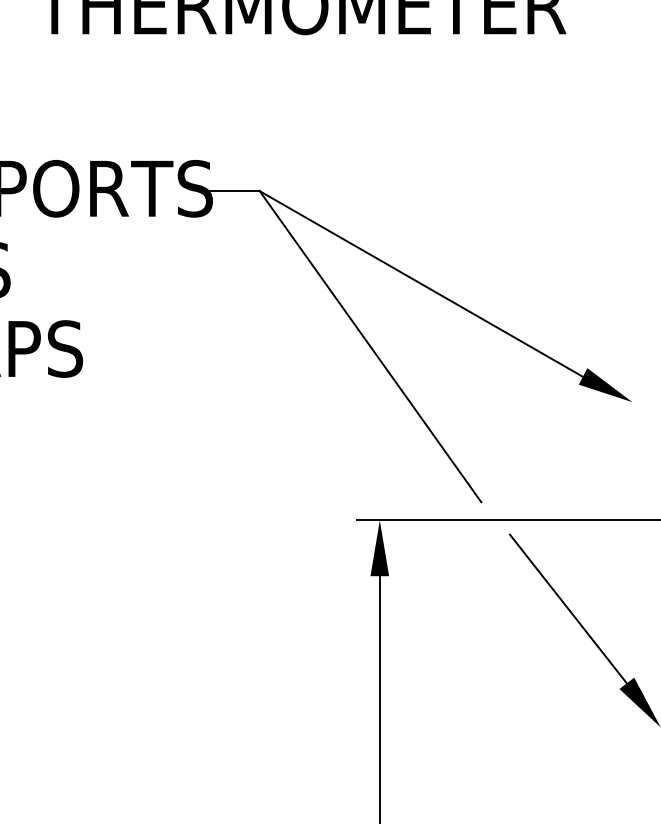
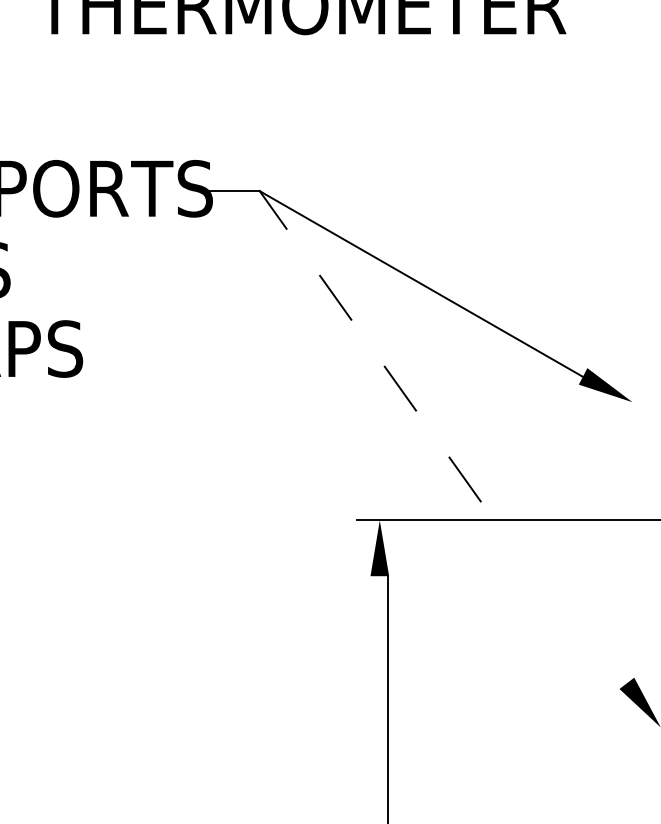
line at (370, 346): solid -> dashed
line at (567, 608): present -> none
line at (379, 698) position: (379, 698) -> (387, 698)
